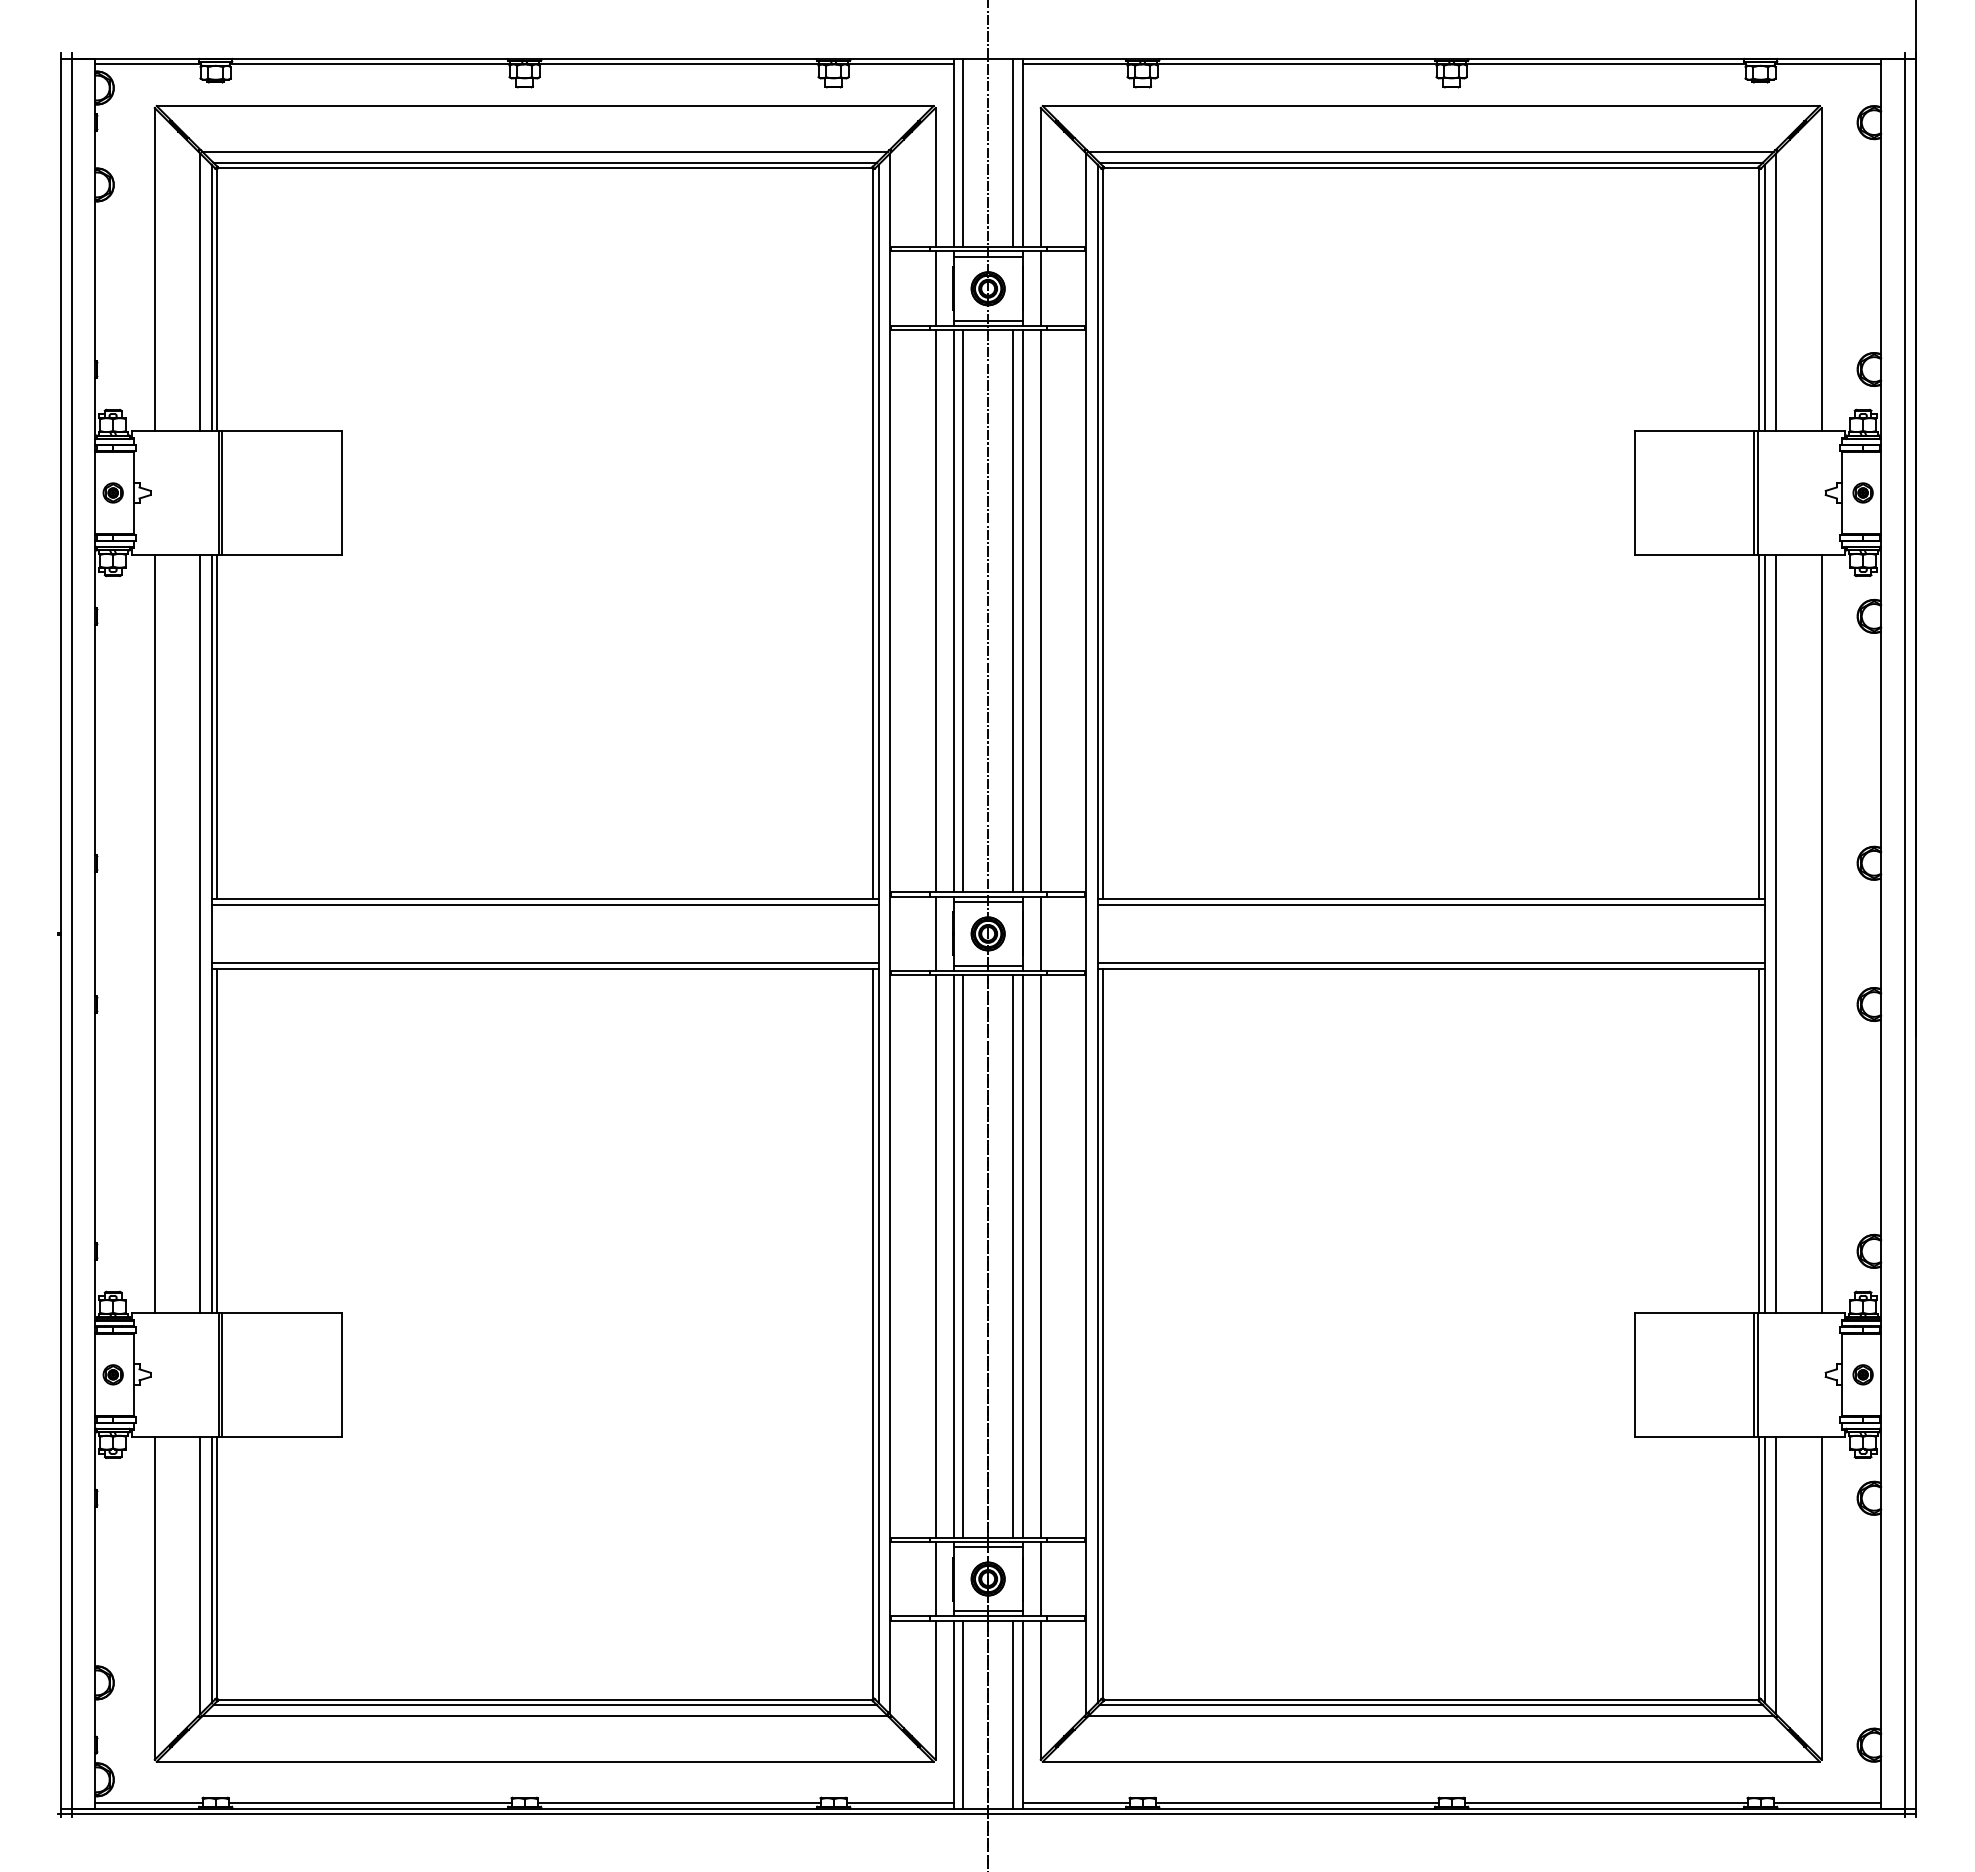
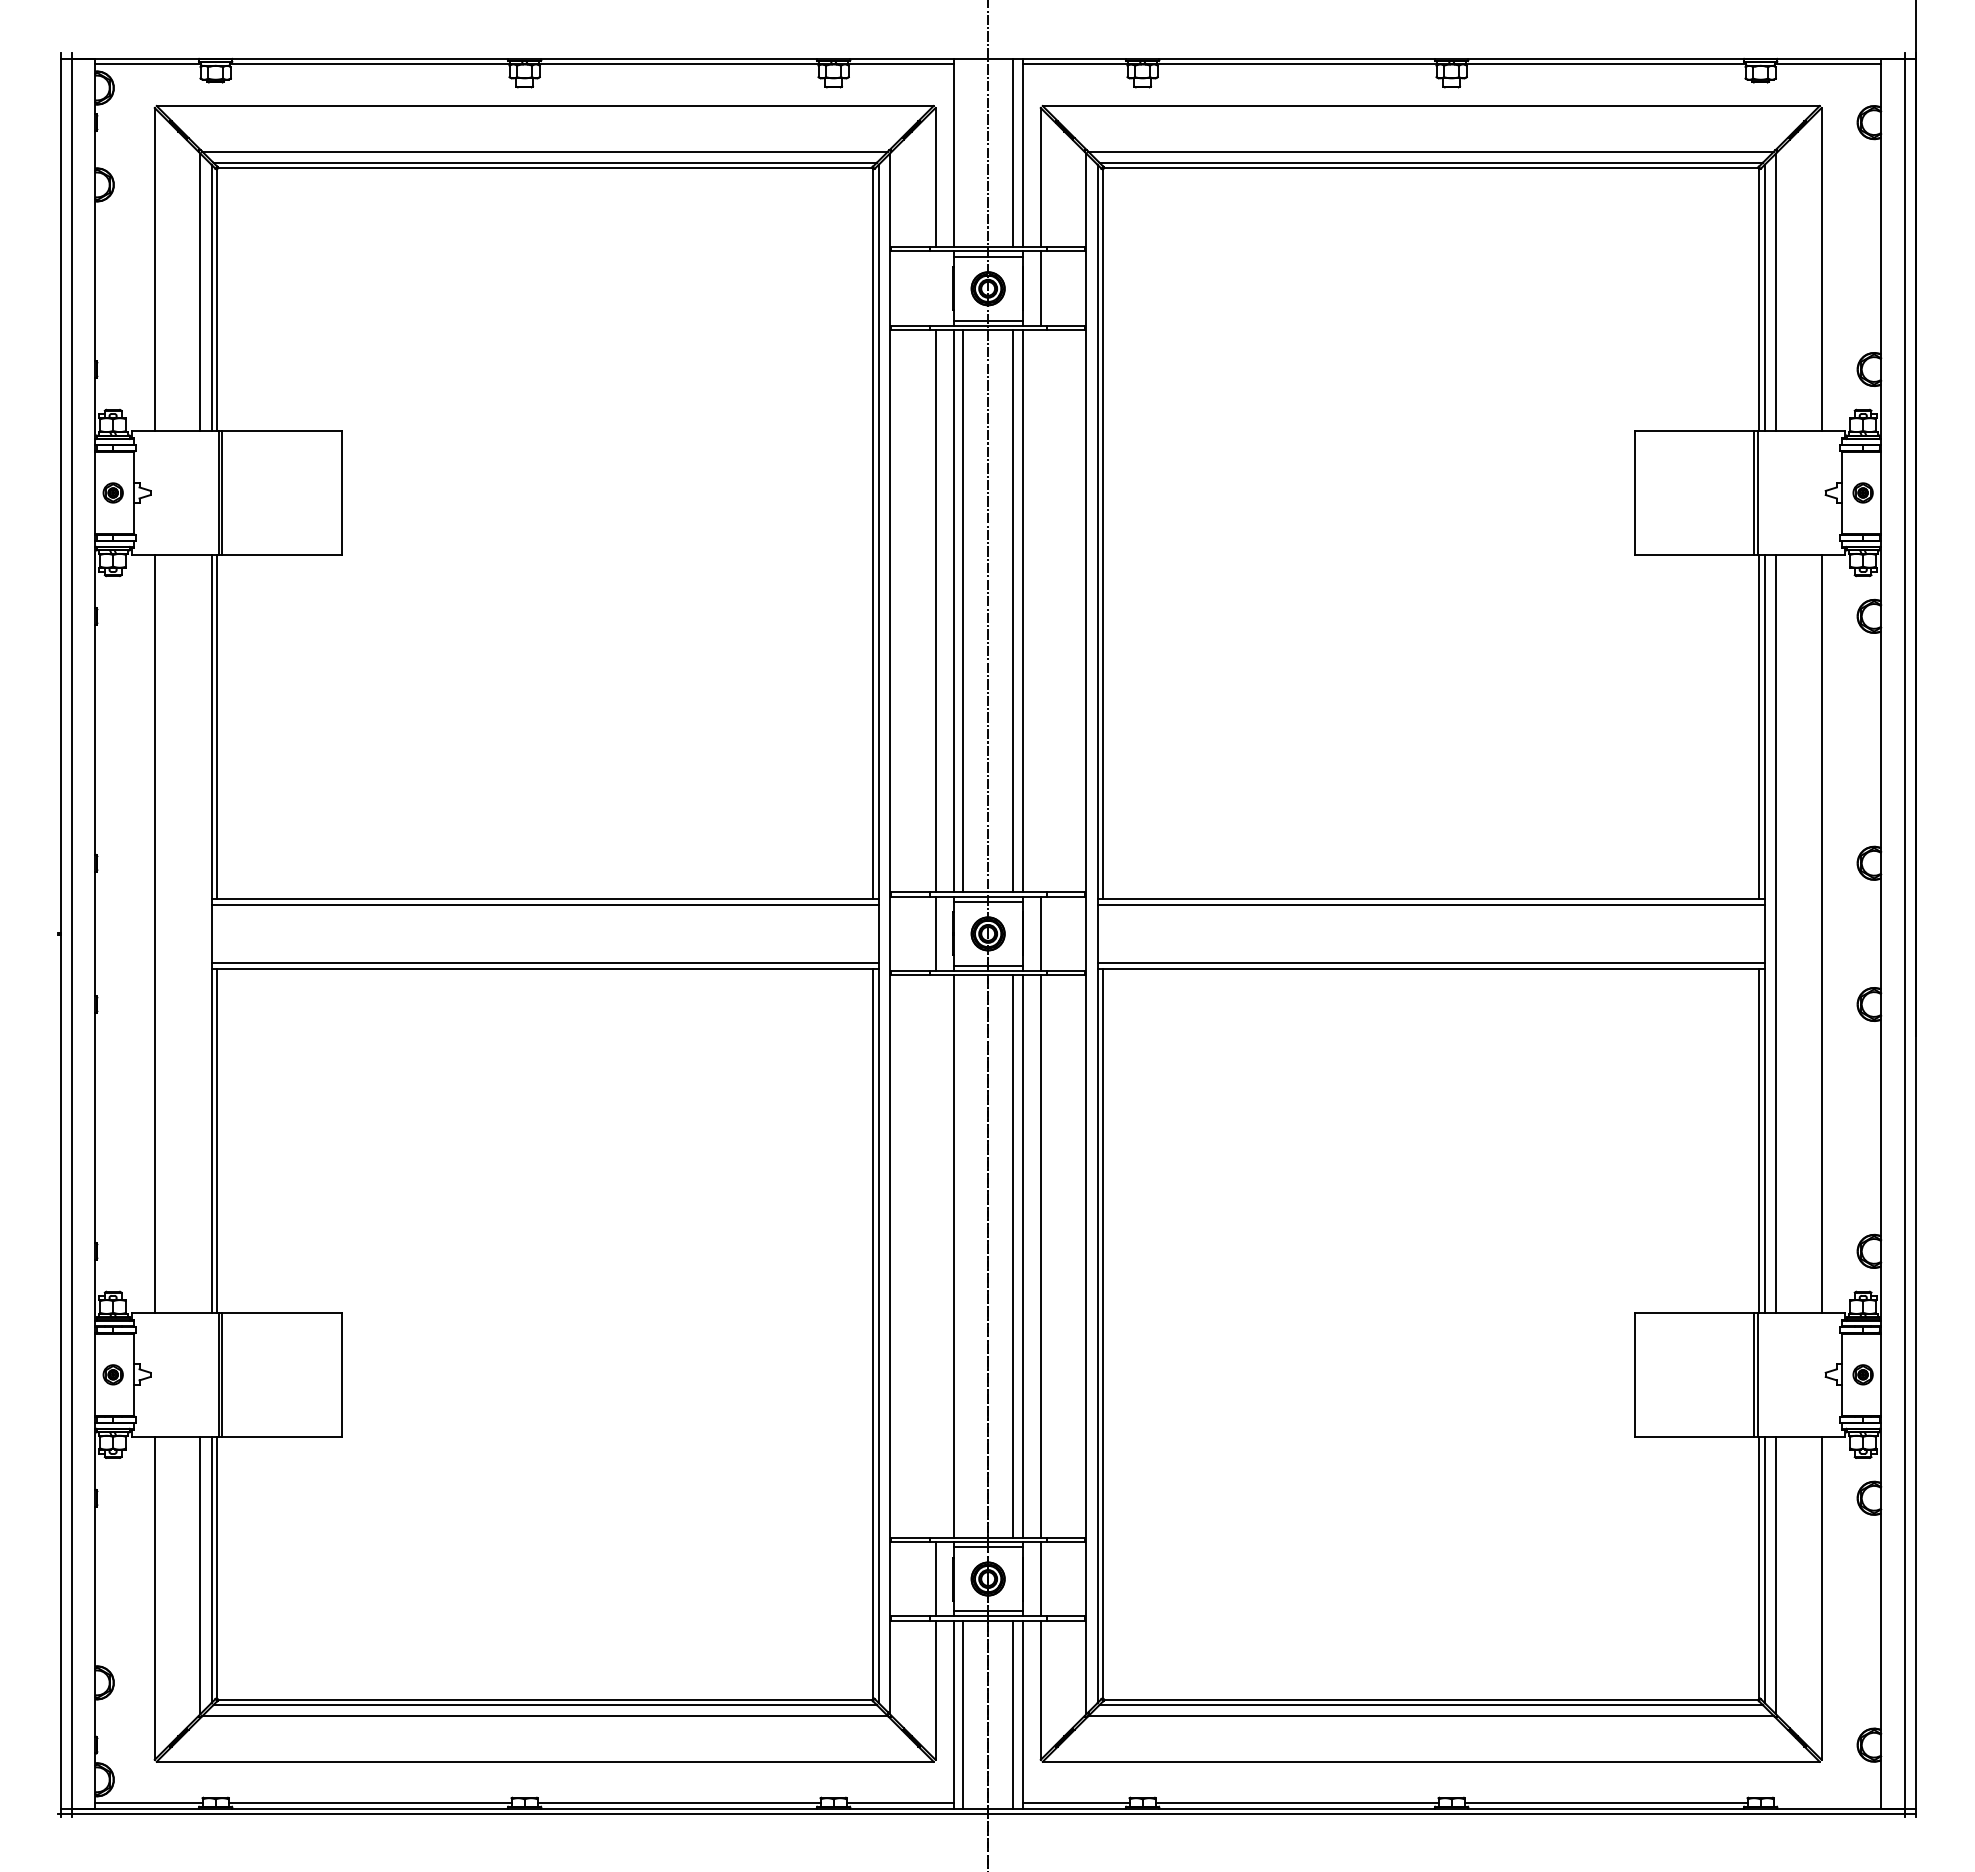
line at (963, 152): present -> none
line at (935, 288): present -> none
line at (1040, 611): present -> none
line at (200, 933): present -> none
line at (935, 1256): present -> none
line at (963, 1256): present -> none
line at (1827, 1803): present -> none
